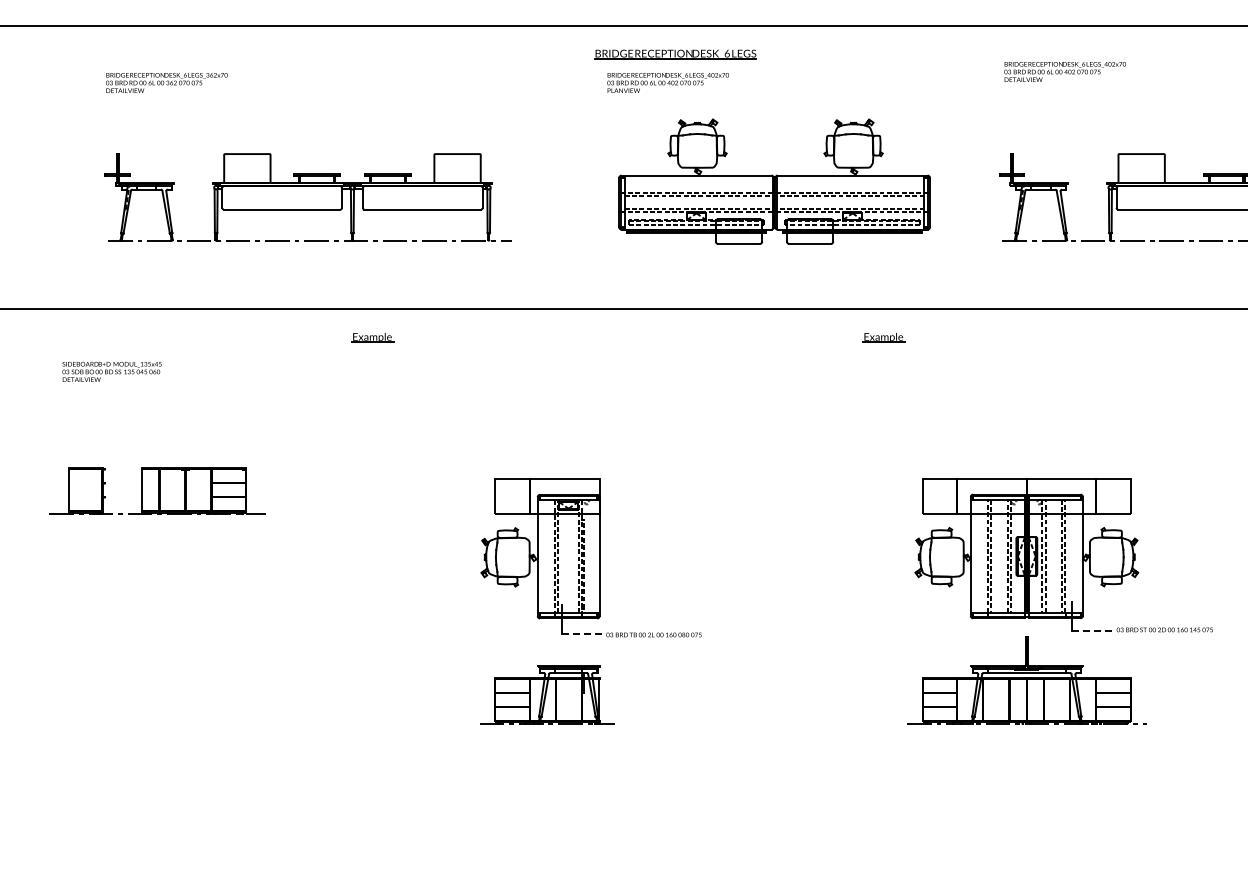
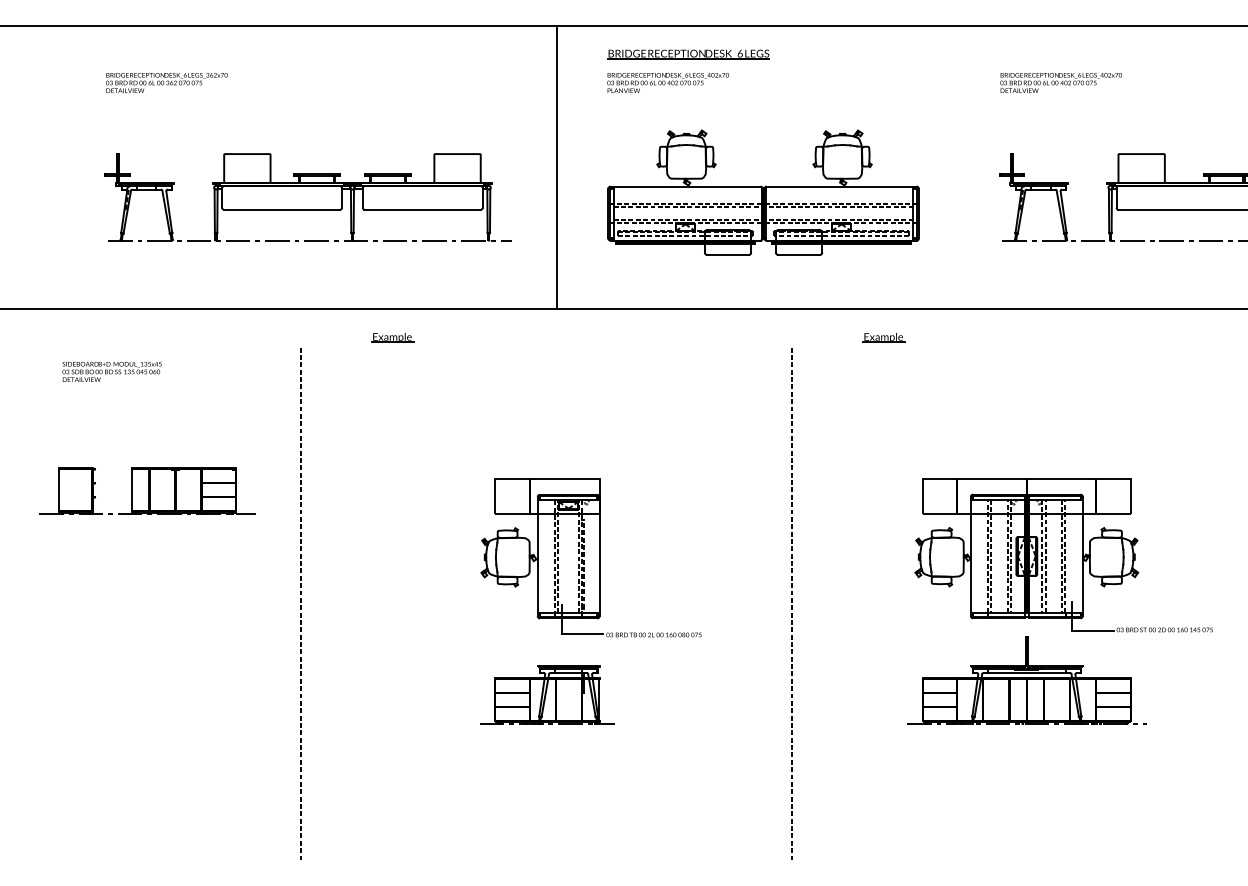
part at (675, 54) position: (675, 54) -> (688, 54)
text at (1064, 71) position: (1064, 71) -> (1060, 82)
line at (556, 167): none -> present
part at (774, 181) position: (774, 181) -> (763, 192)
part at (372, 337) position: (372, 337) -> (392, 337)
part at (157, 490) position: (157, 490) -> (147, 490)
line at (300, 603): none -> present
line at (791, 603): none -> present
line at (1092, 630): dashed -> solid
line at (582, 633): dashed -> solid
